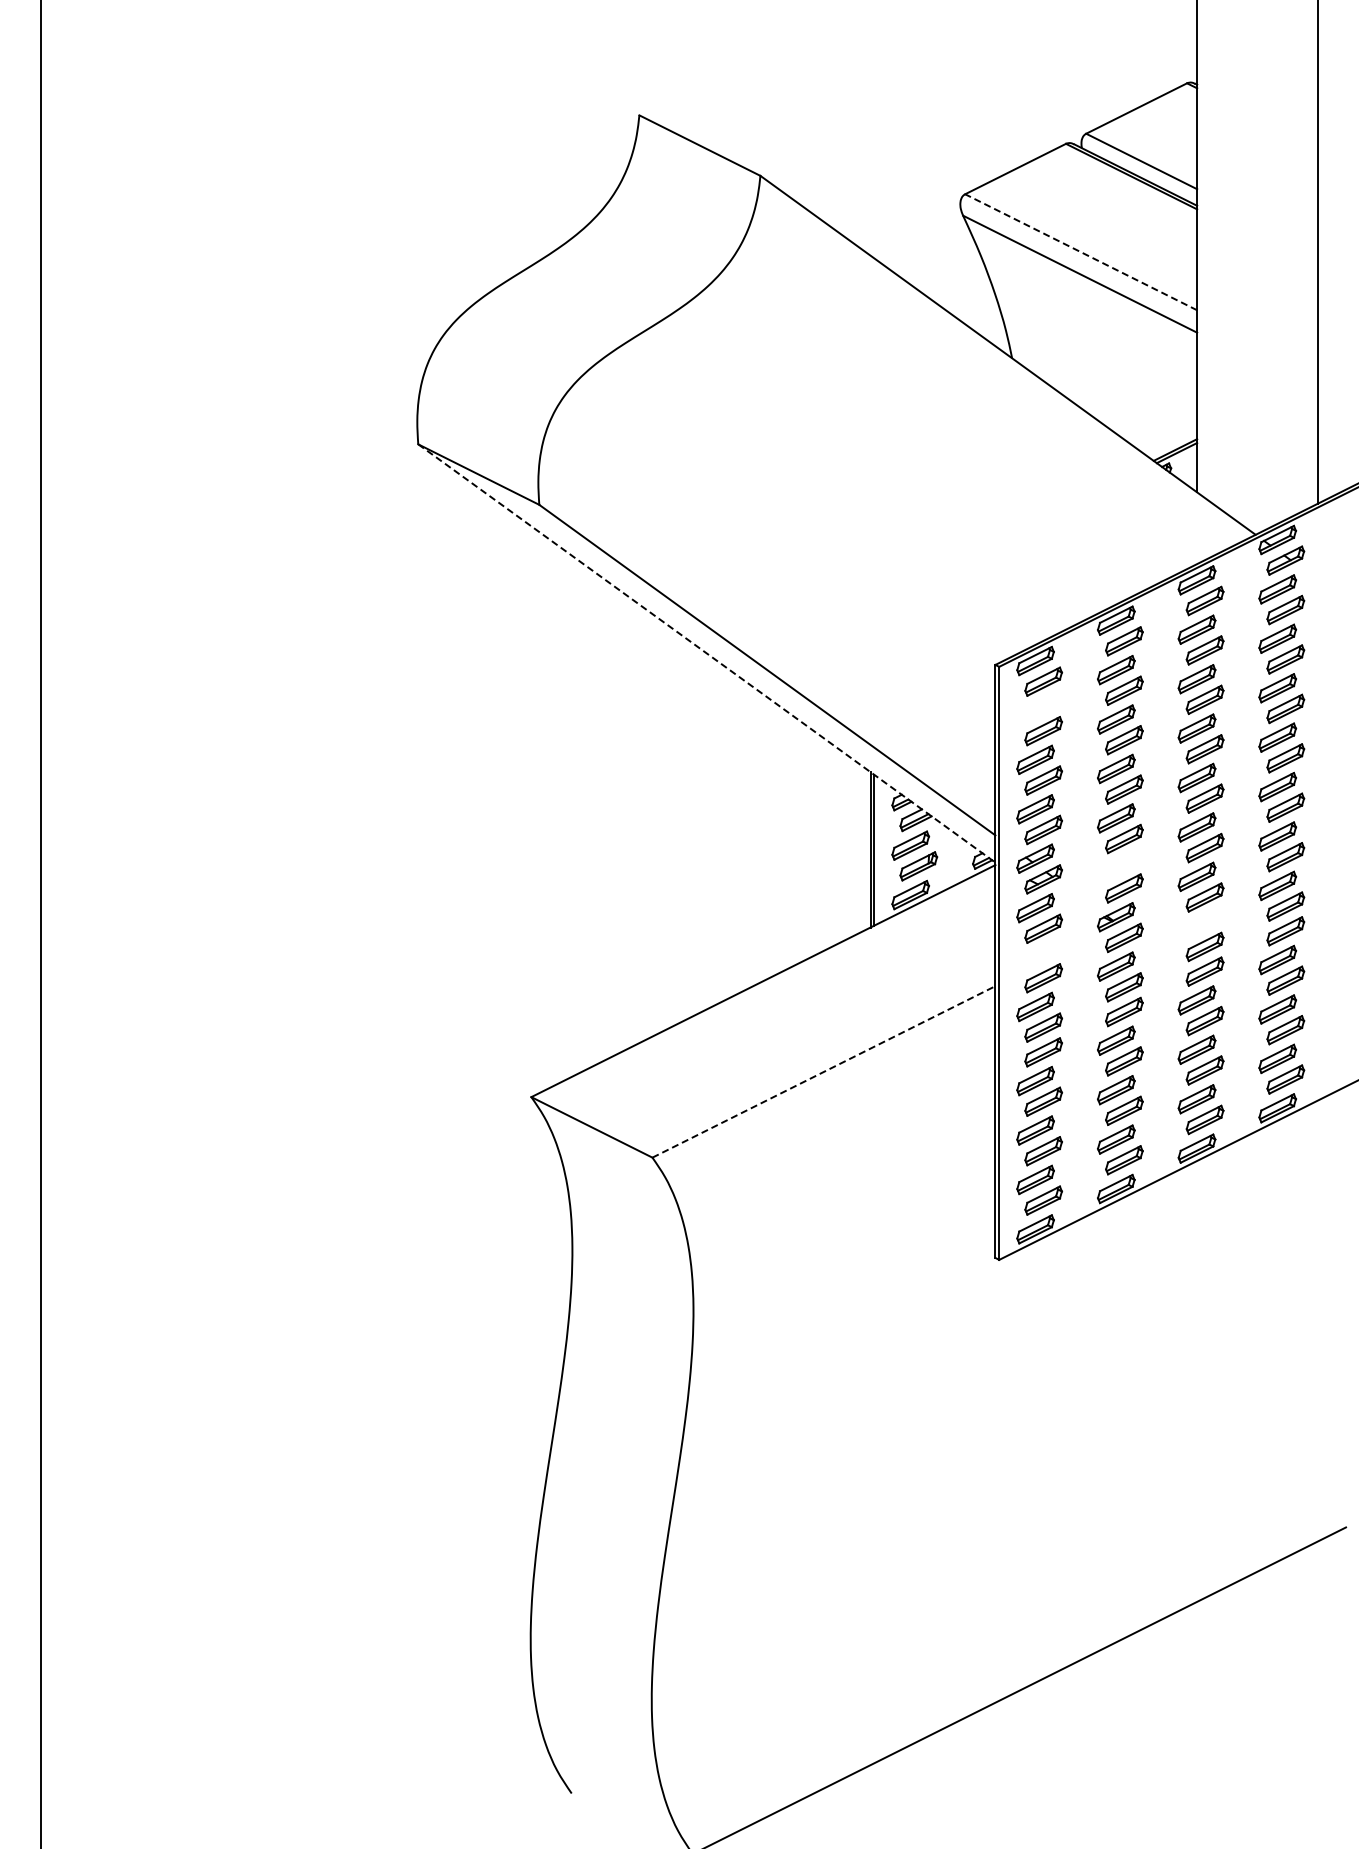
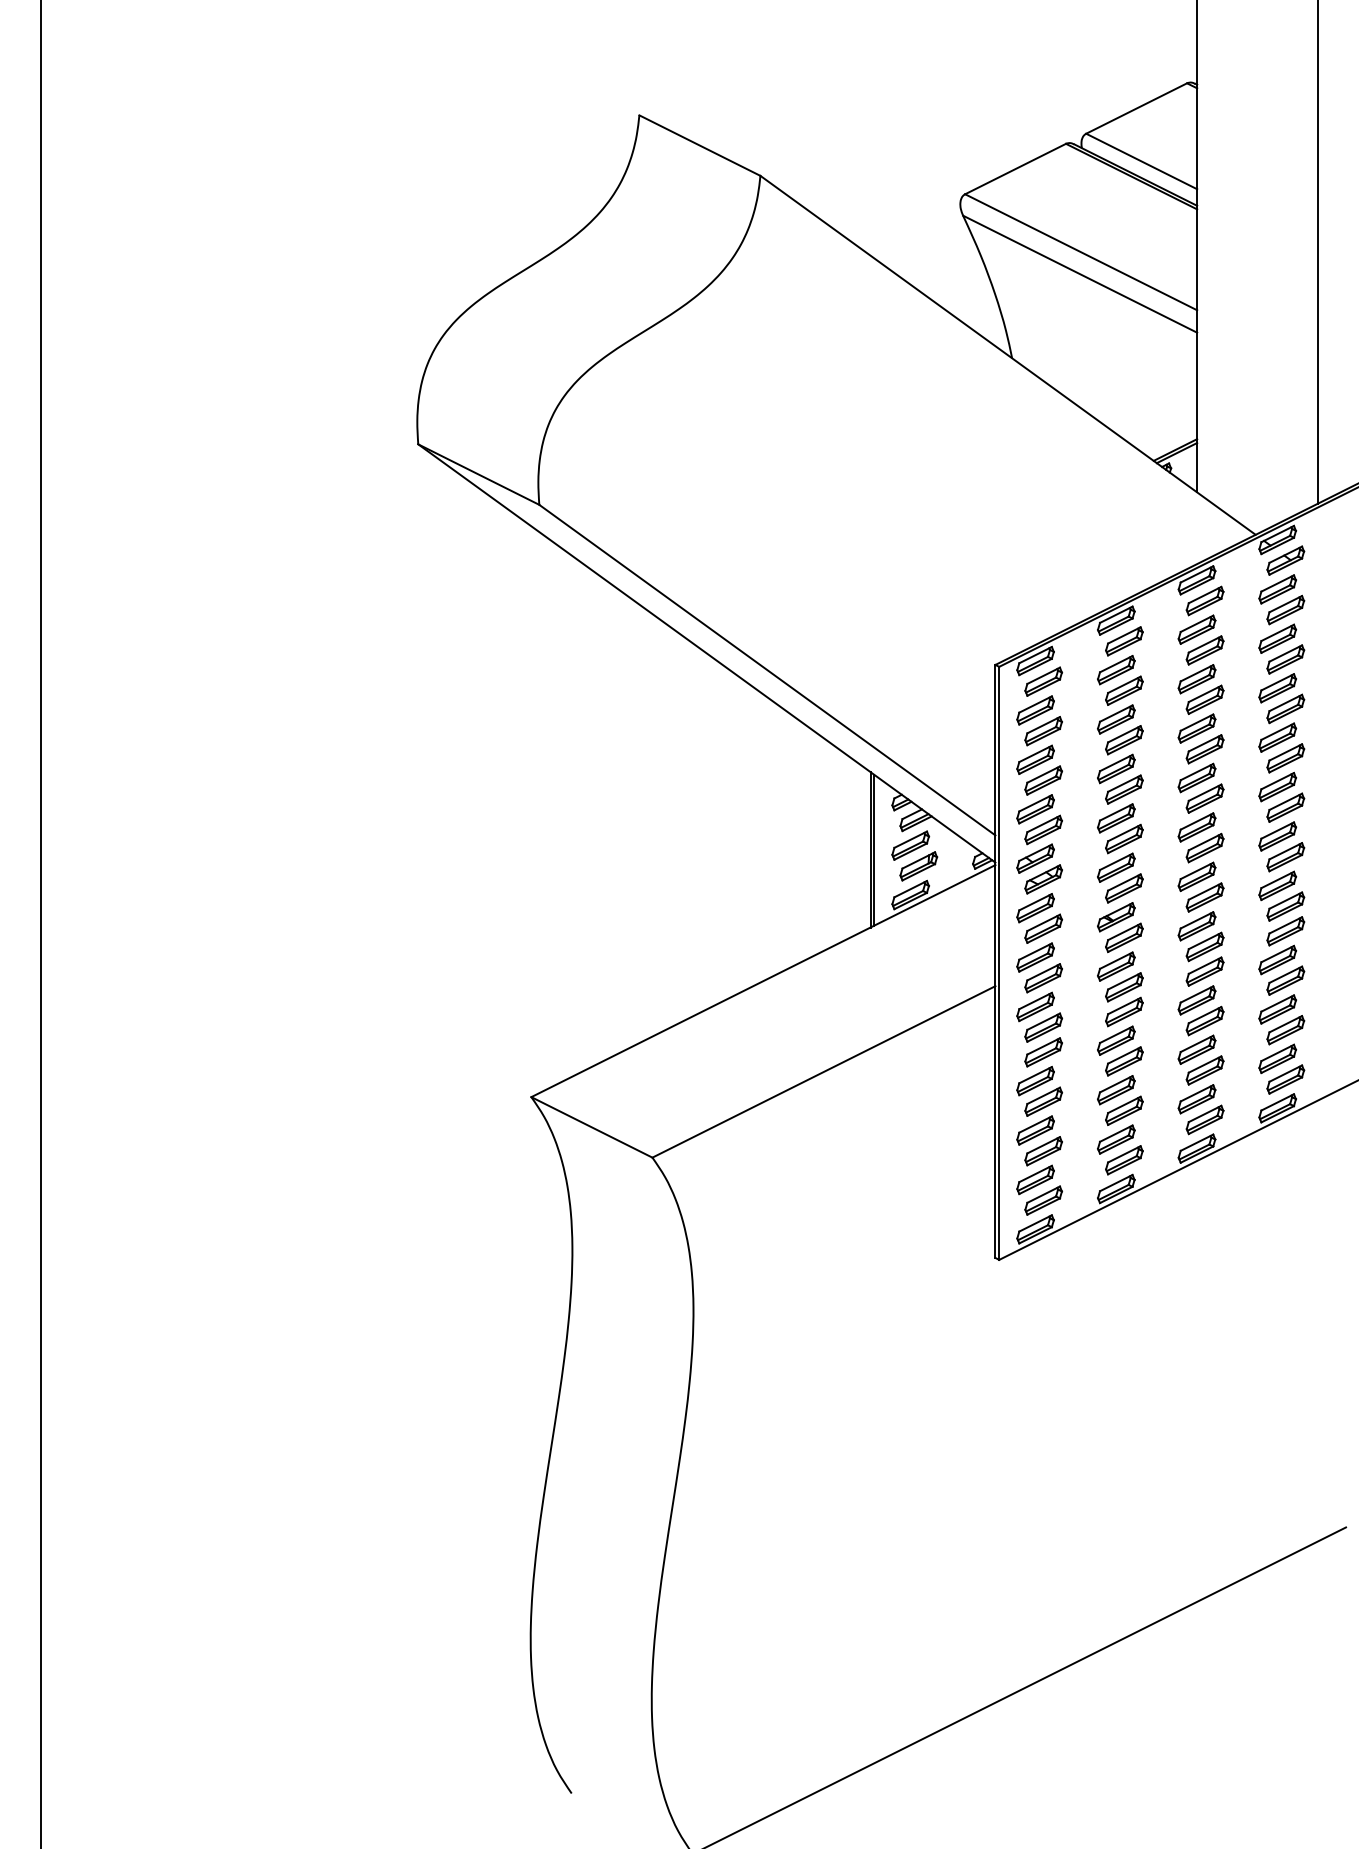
line at (1081, 252): dashed -> solid
line at (707, 653): dashed -> solid
part at (1035, 710): none -> present
part at (1116, 867): none -> present
part at (1196, 926): none -> present
part at (1035, 957): none -> present
line at (823, 1071): dashed -> solid
